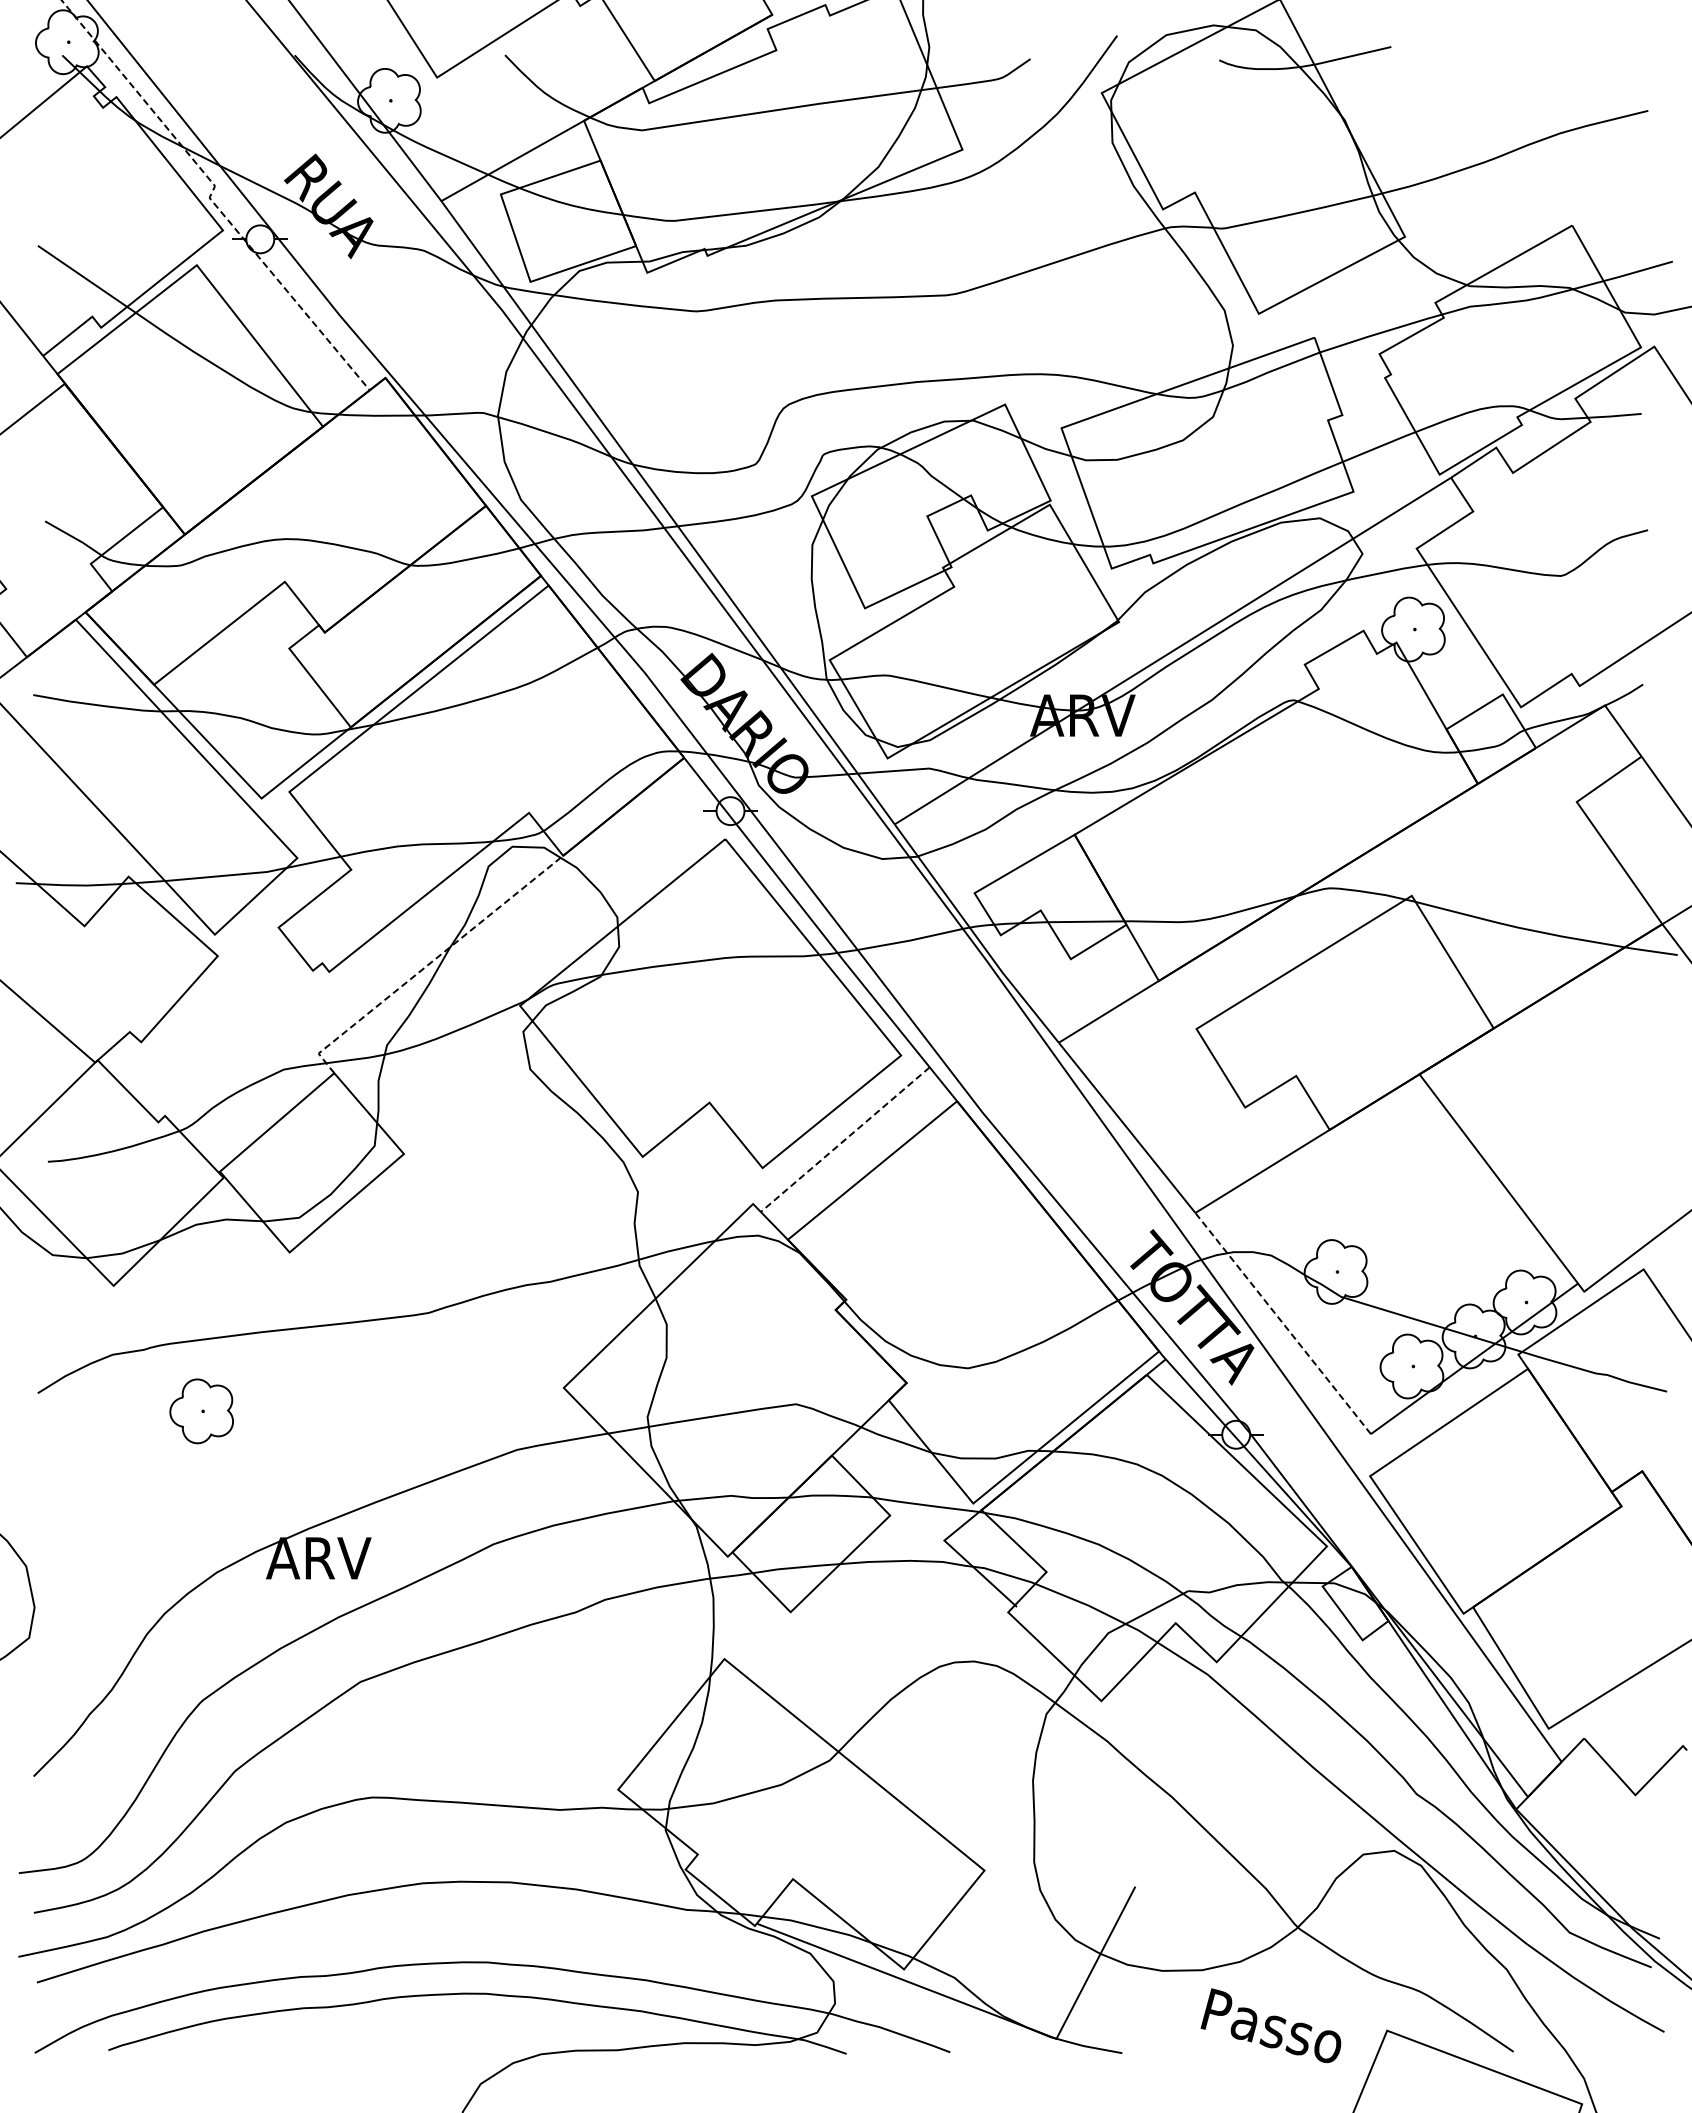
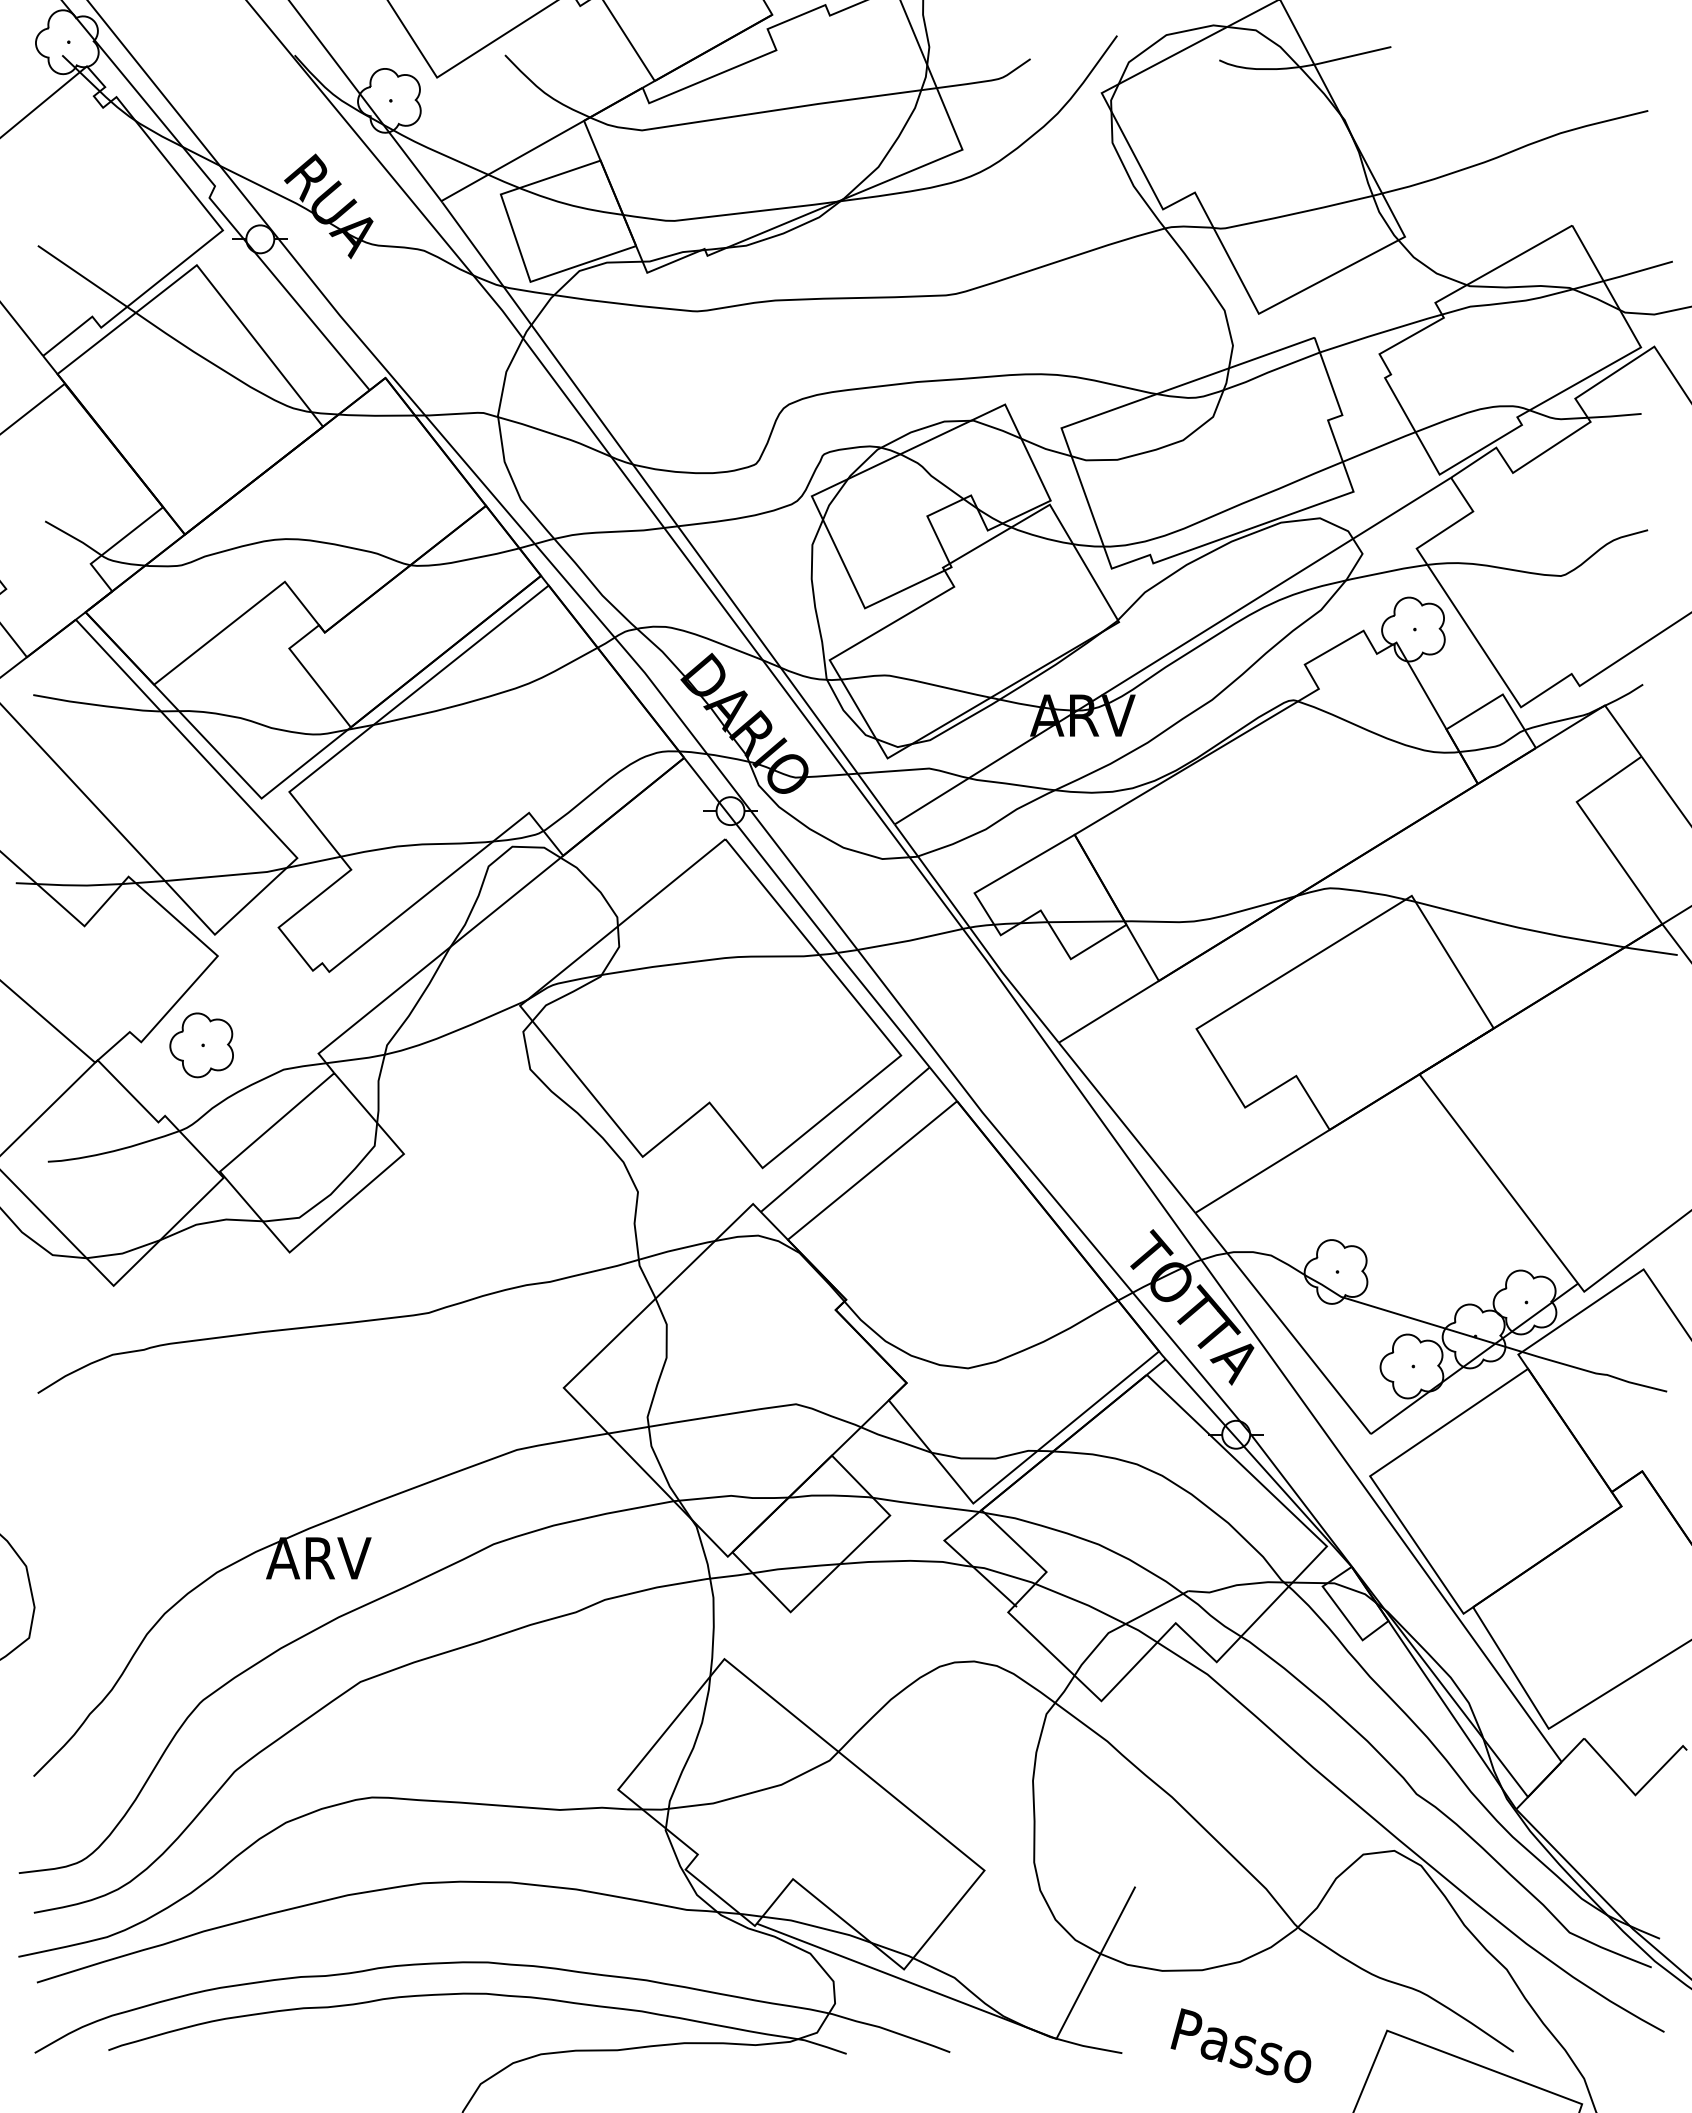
line at (210, 196): dashed -> solid
line at (430, 963): dashed -> solid
line at (844, 1140): dashed -> solid
line at (1282, 1323): dashed -> solid
part at (201, 1411) position: (201, 1411) -> (201, 1045)
text at (1270, 2025) position: (1270, 2025) -> (1240, 2045)
